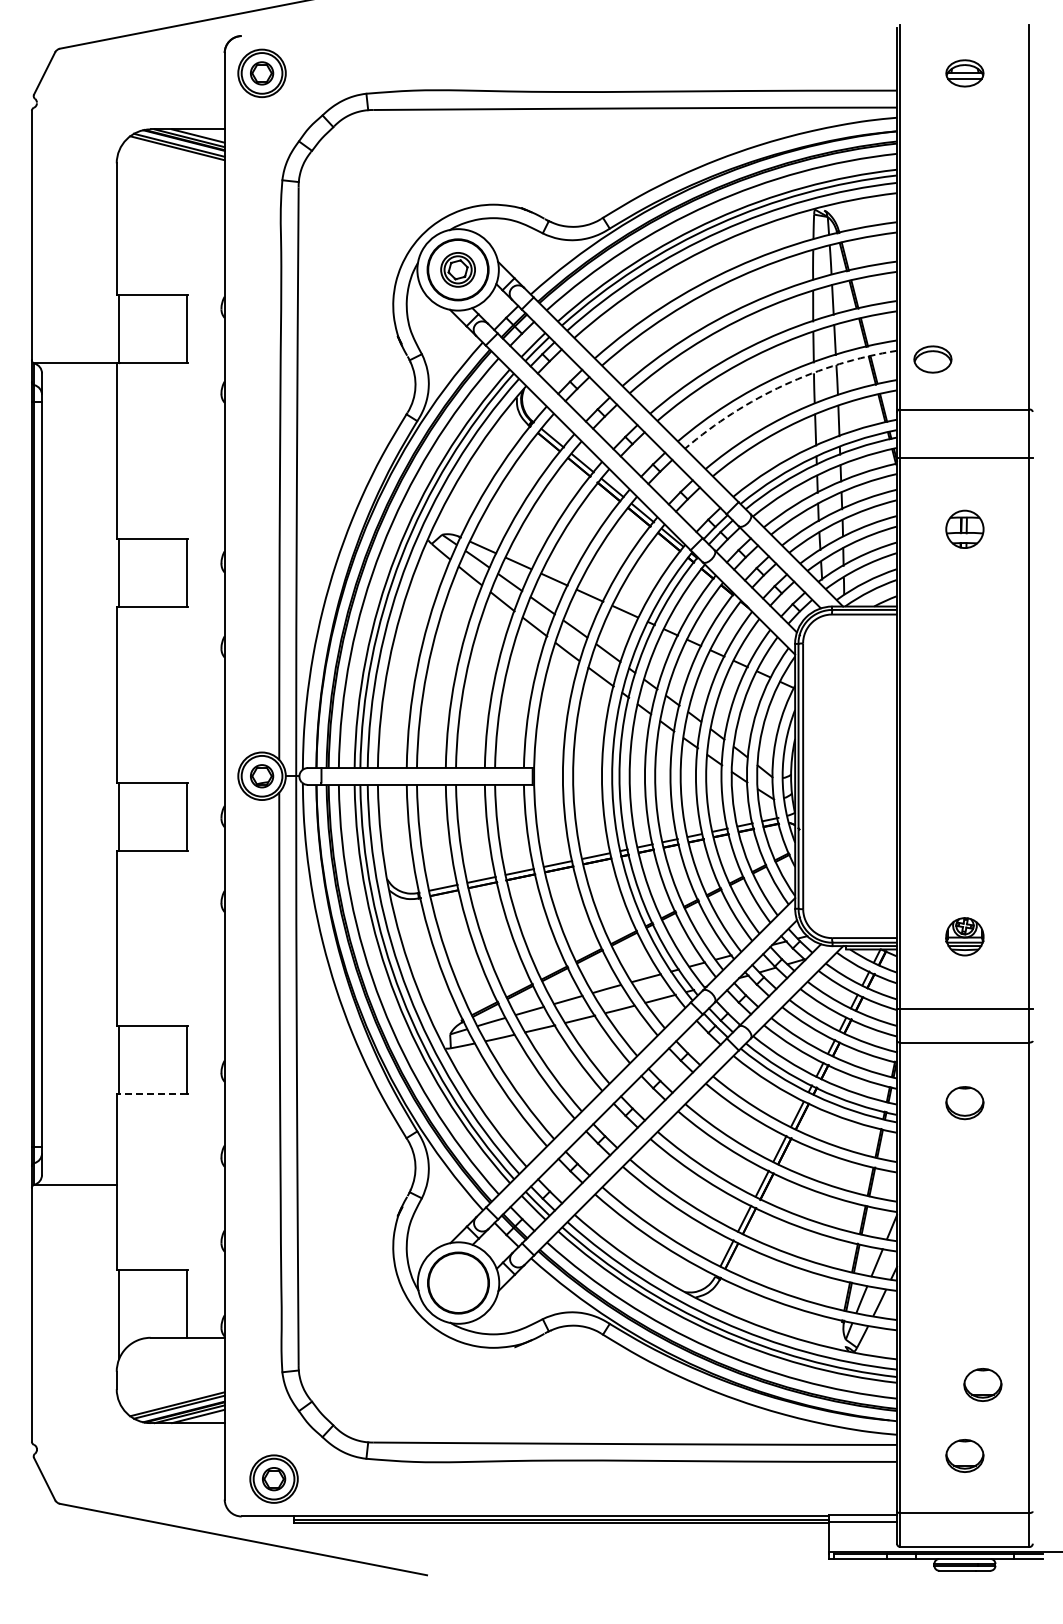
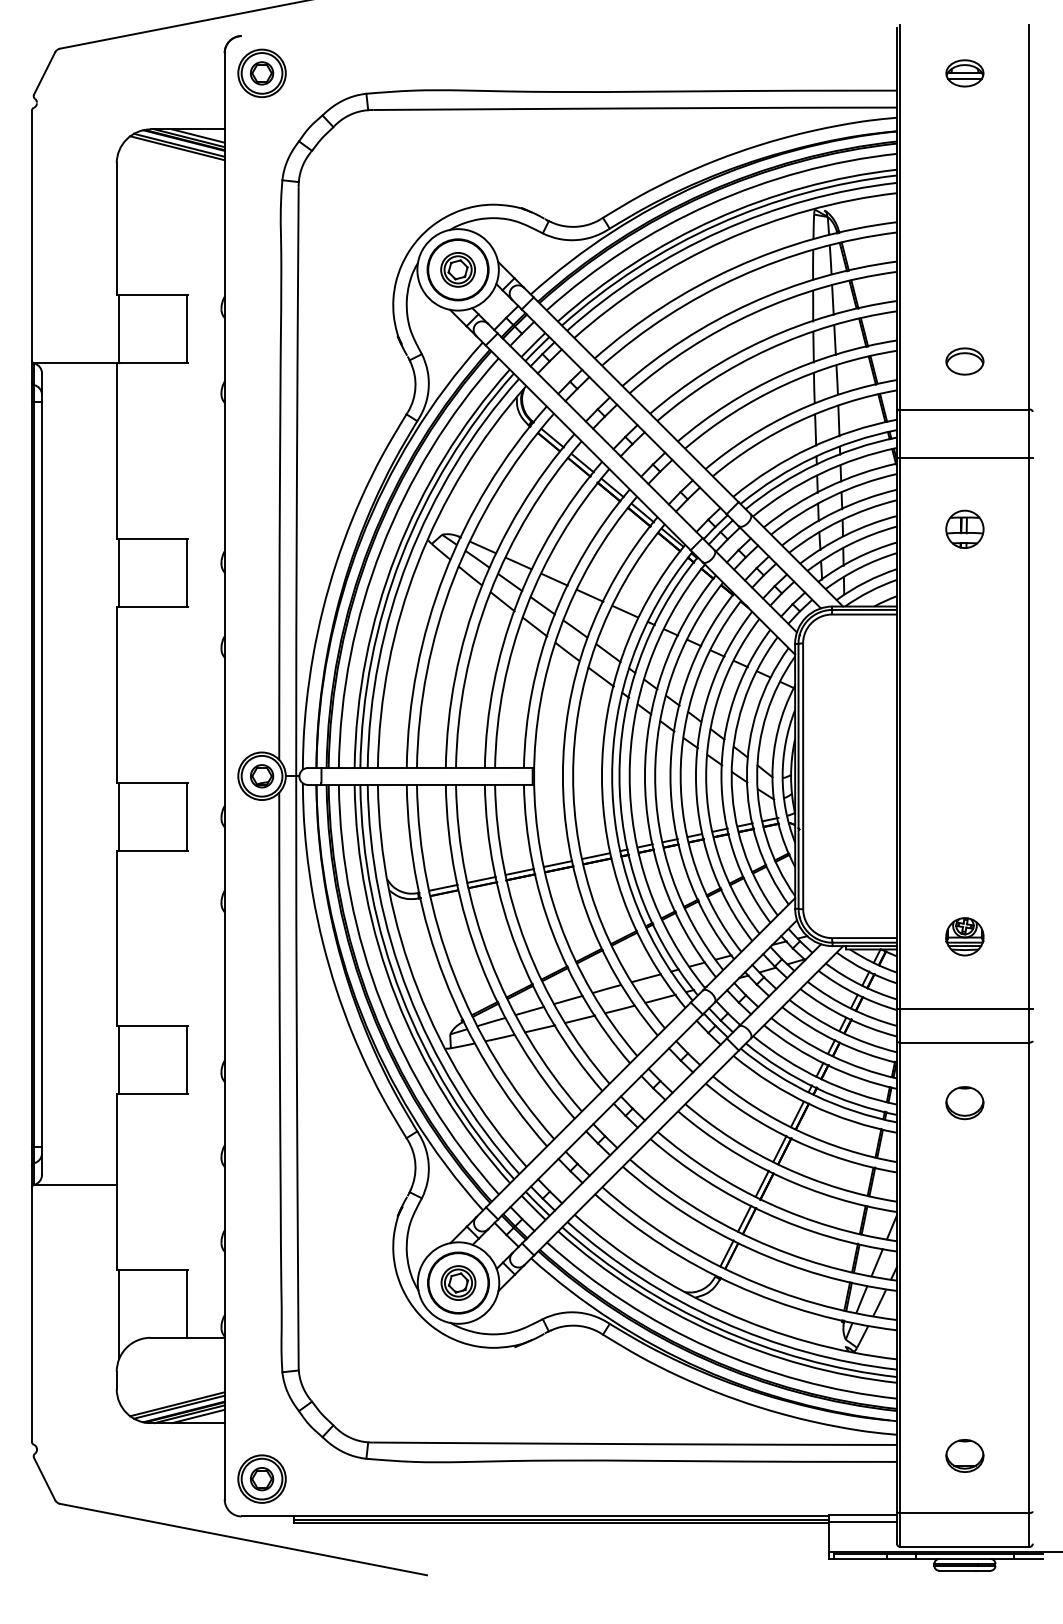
part at (932, 359) position: (932, 359) -> (964, 361)
arc at (784, 385): dashed -> solid
line at (153, 1094): dashed -> solid
part at (458, 1282): none -> present
part at (982, 1384): present -> none
part at (273, 1478) position: (273, 1478) -> (261, 1478)
